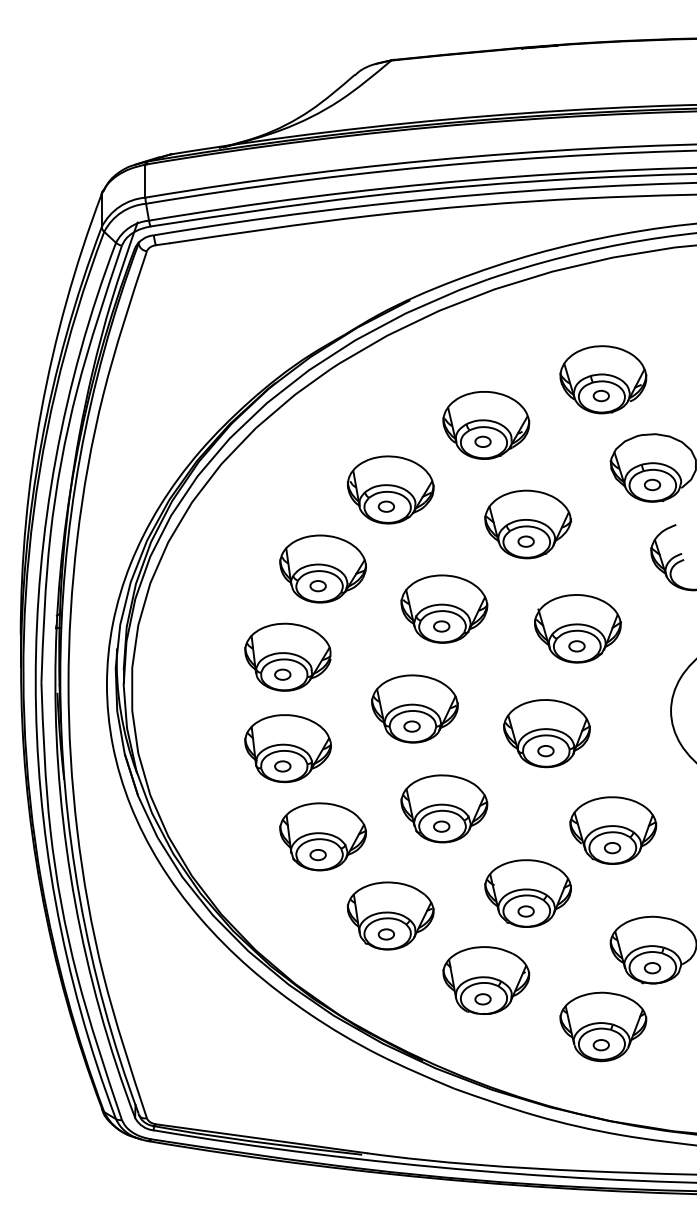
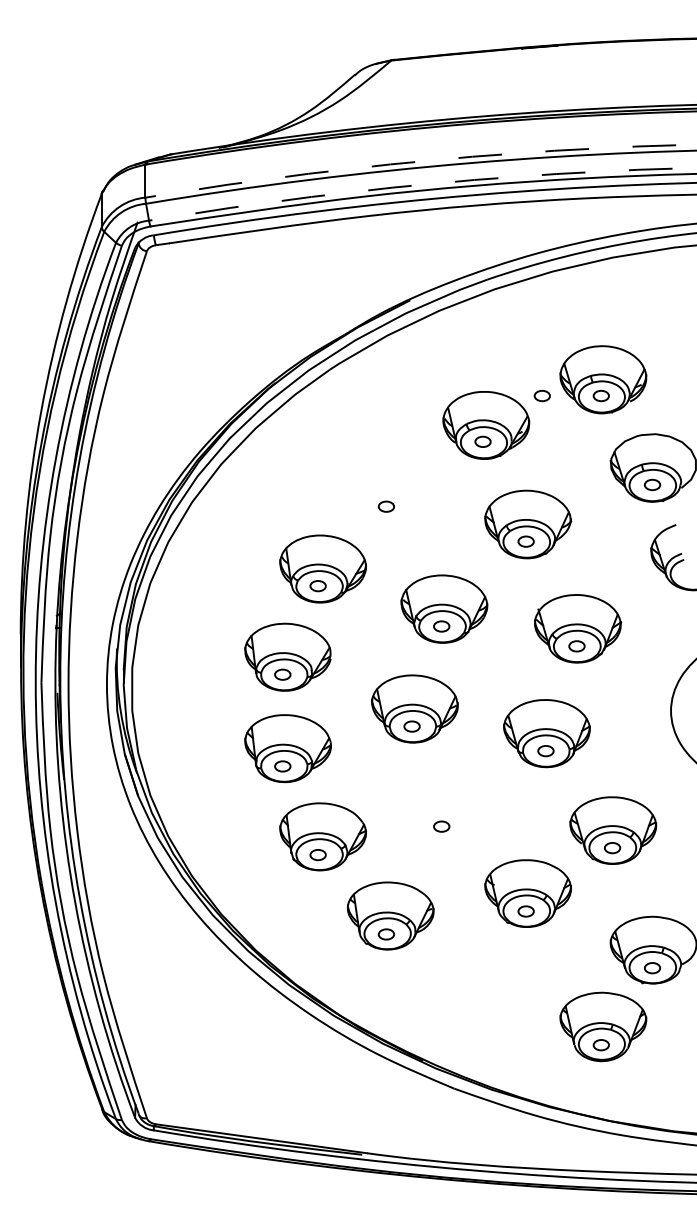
arc at (420, 161): solid -> dashed
arc at (420, 184): solid -> dashed
part at (541, 396): none -> present
part at (390, 489): present -> none
part at (444, 808): present -> none
part at (486, 980): present -> none
